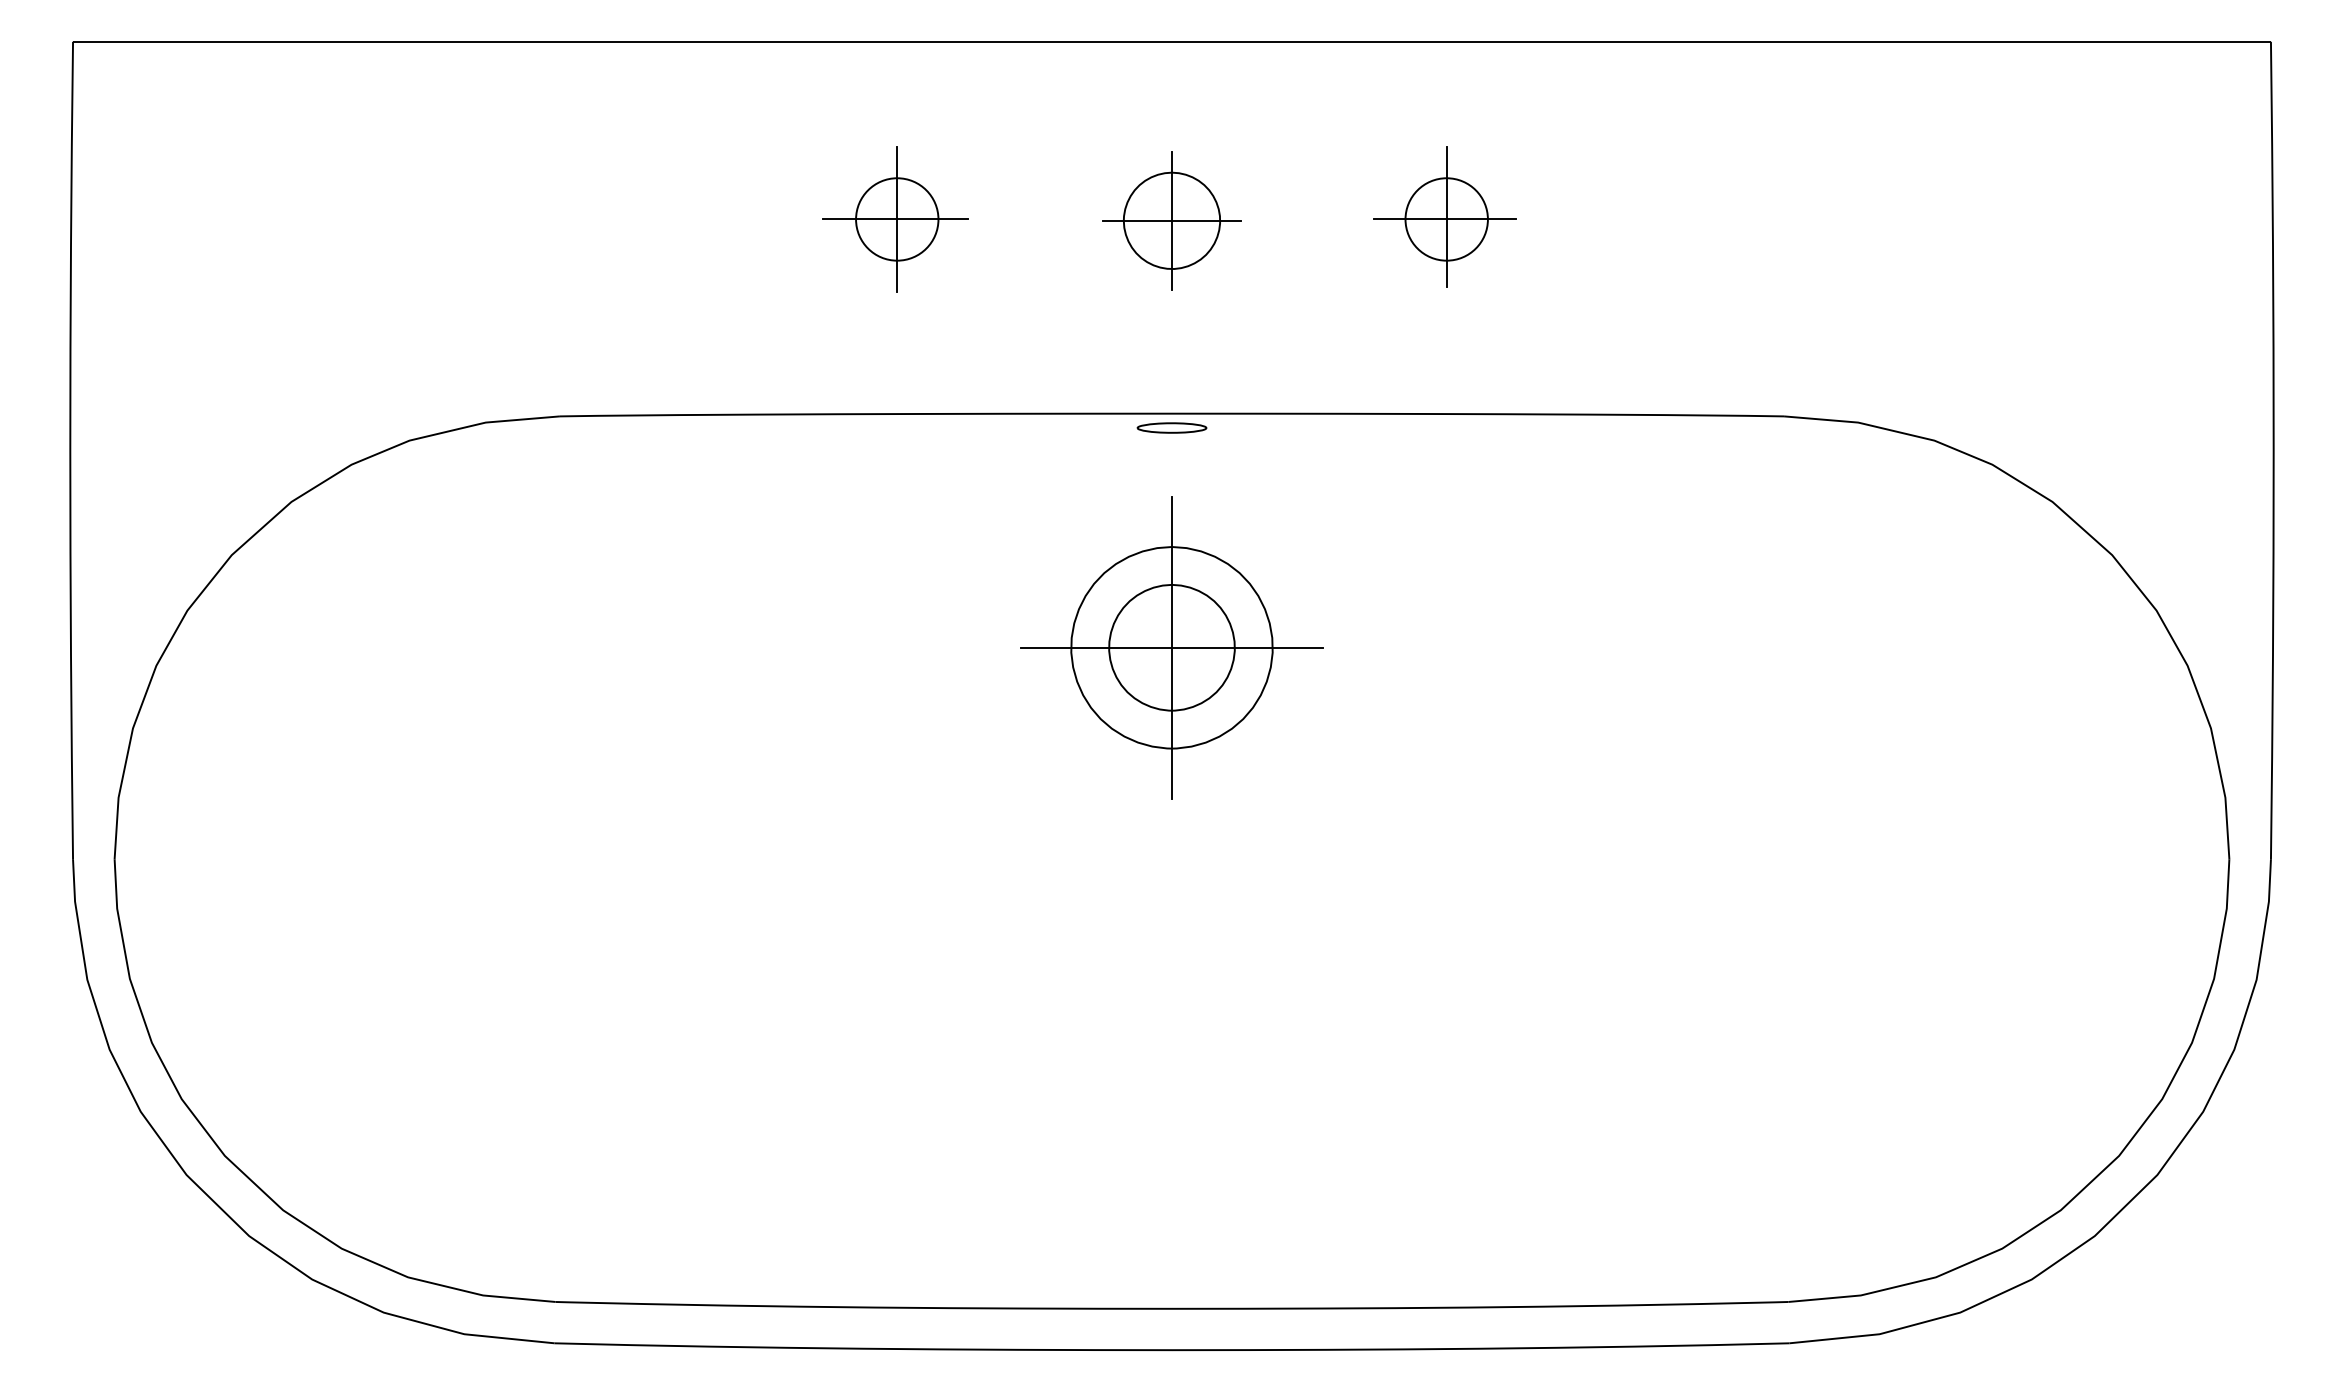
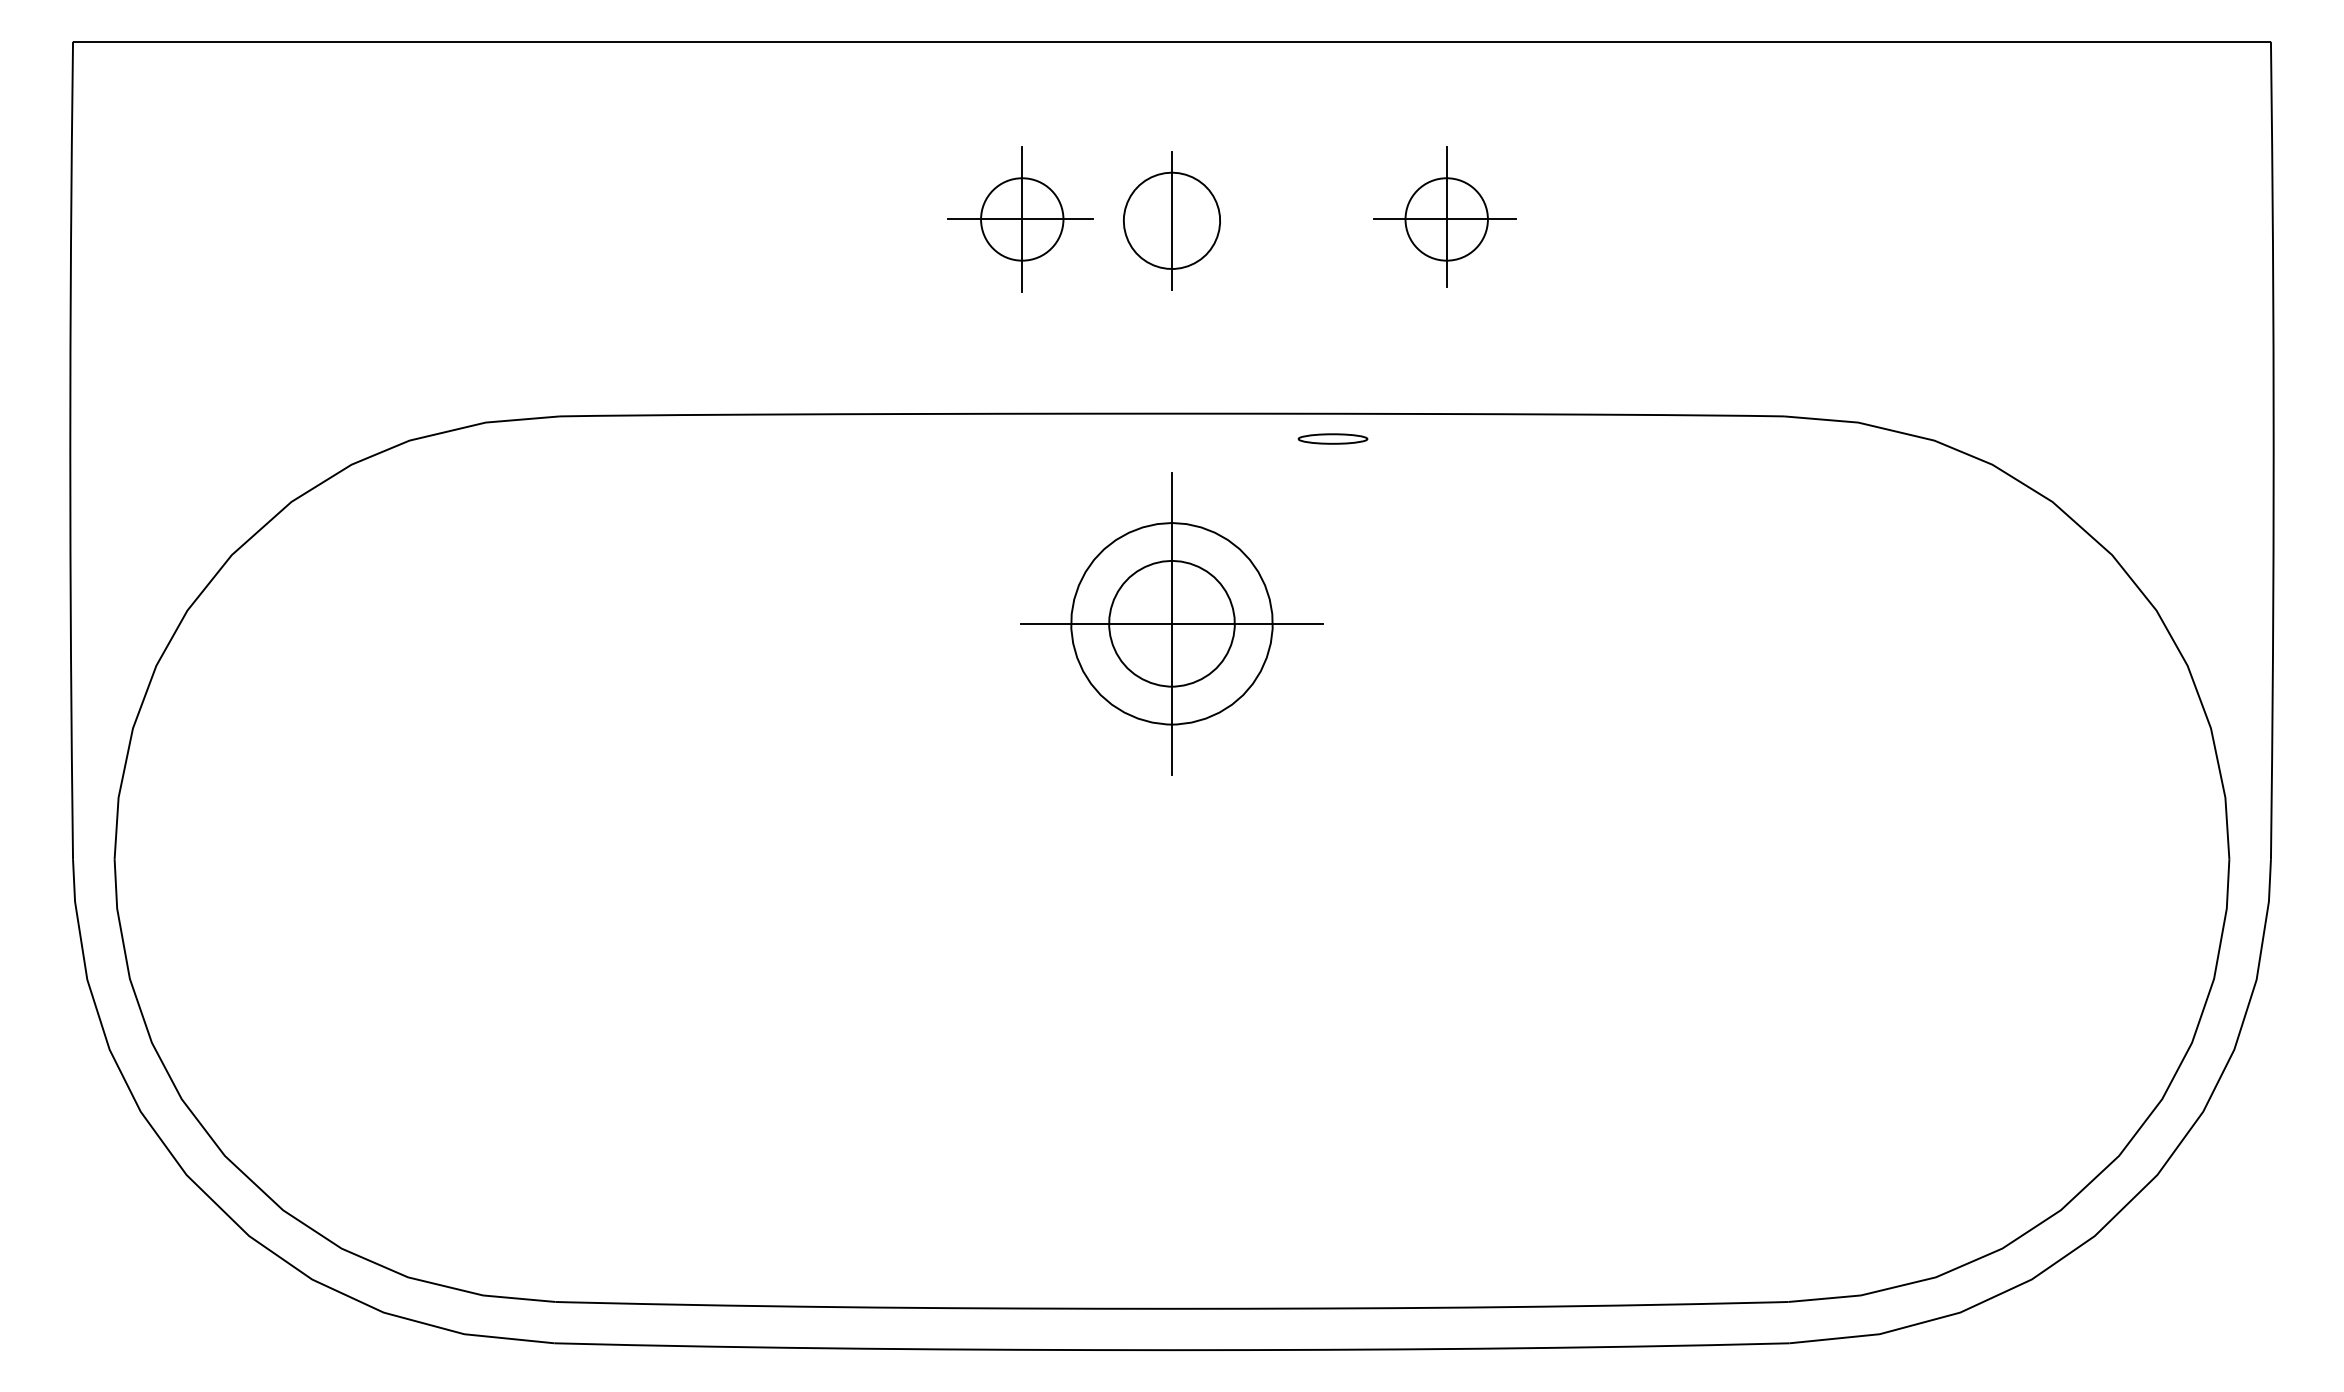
part at (895, 219) position: (895, 219) -> (1020, 219)
line at (1171, 220): present -> none
part at (1171, 427) position: (1171, 427) -> (1332, 438)
part at (1171, 647) position: (1171, 647) -> (1171, 623)
